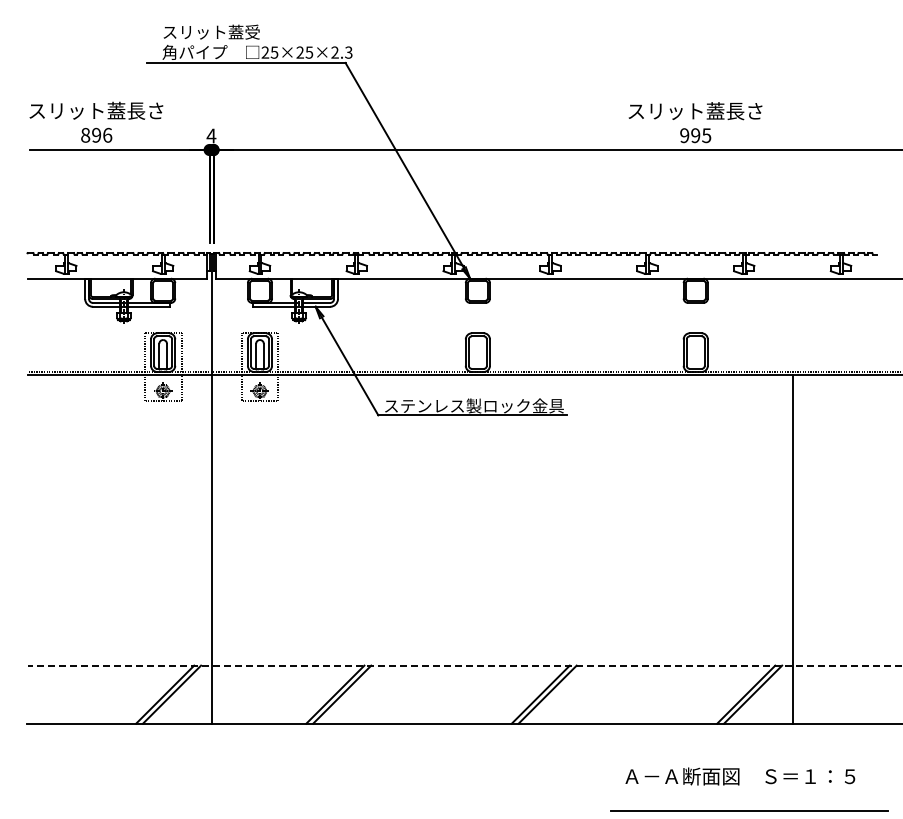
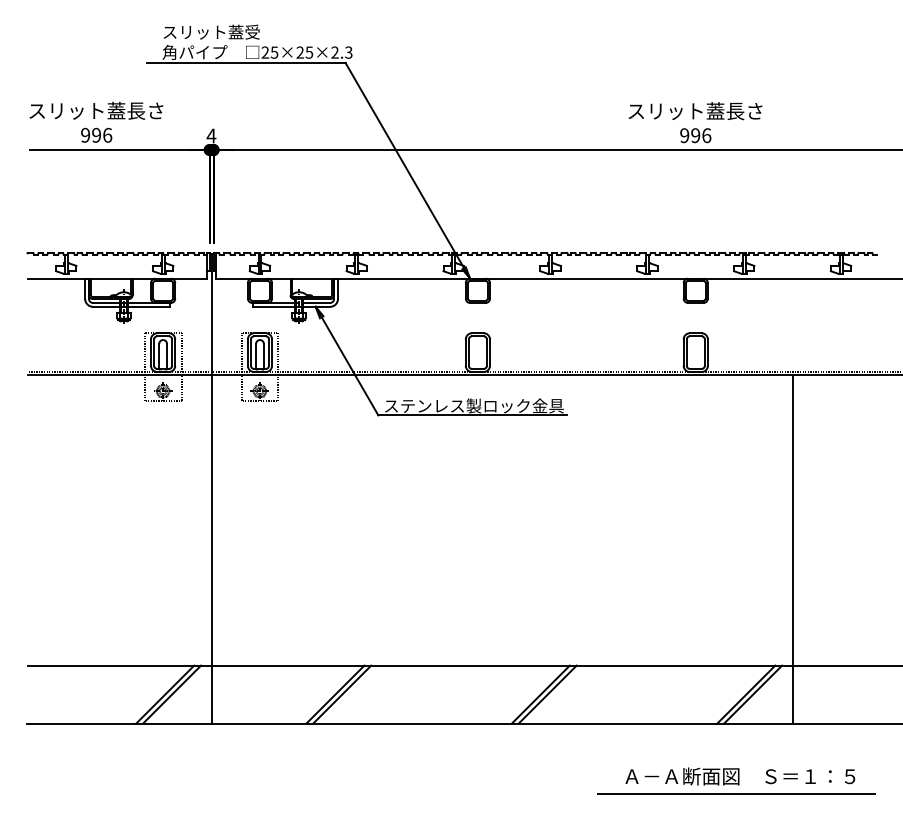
text at (85, 135): 896 -> 996
text at (706, 135): 995 -> 996
line at (464, 665): dashed -> solid
line at (749, 810) position: (749, 810) -> (736, 793)
